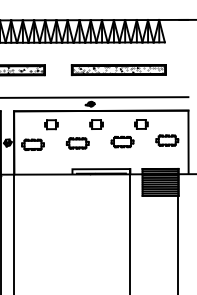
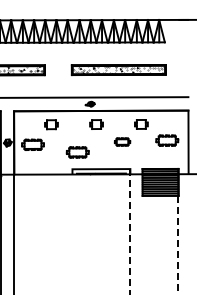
part at (122, 141) size: 25x14 px -> 19x10 px
part at (77, 143) position: (77, 143) -> (77, 152)
line at (130, 231): solid -> dashed
line at (178, 245): solid -> dashed
